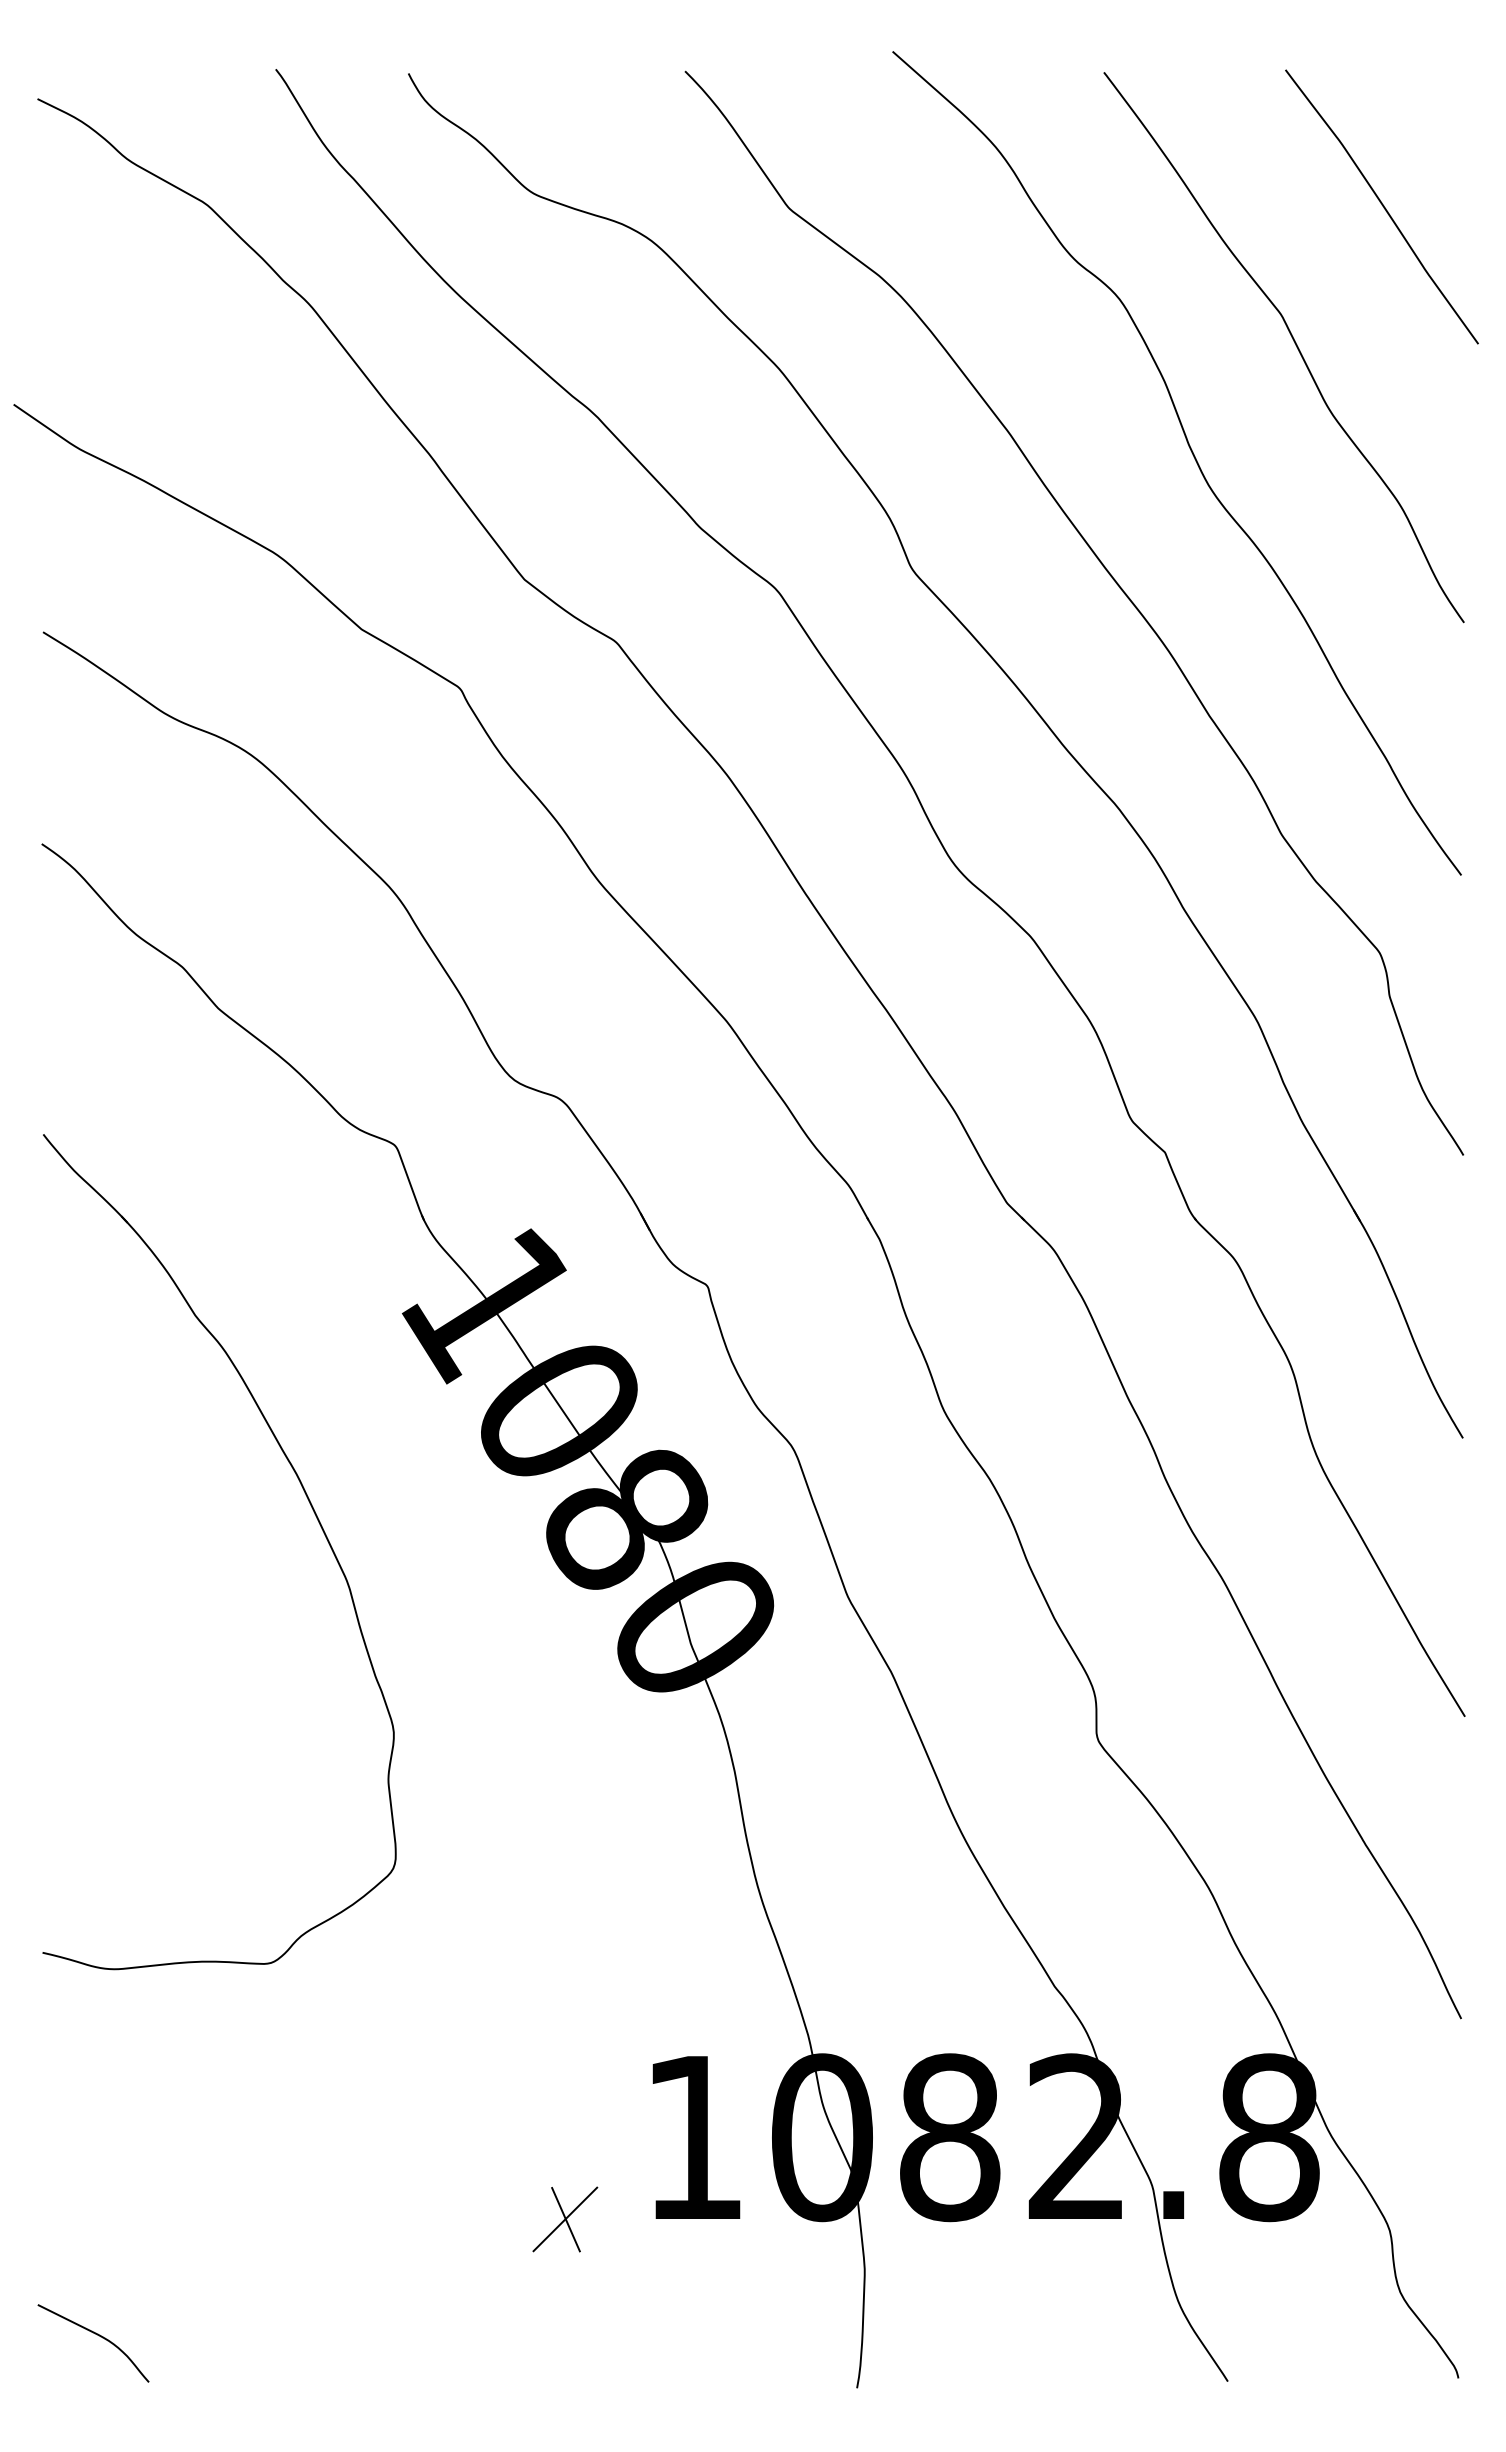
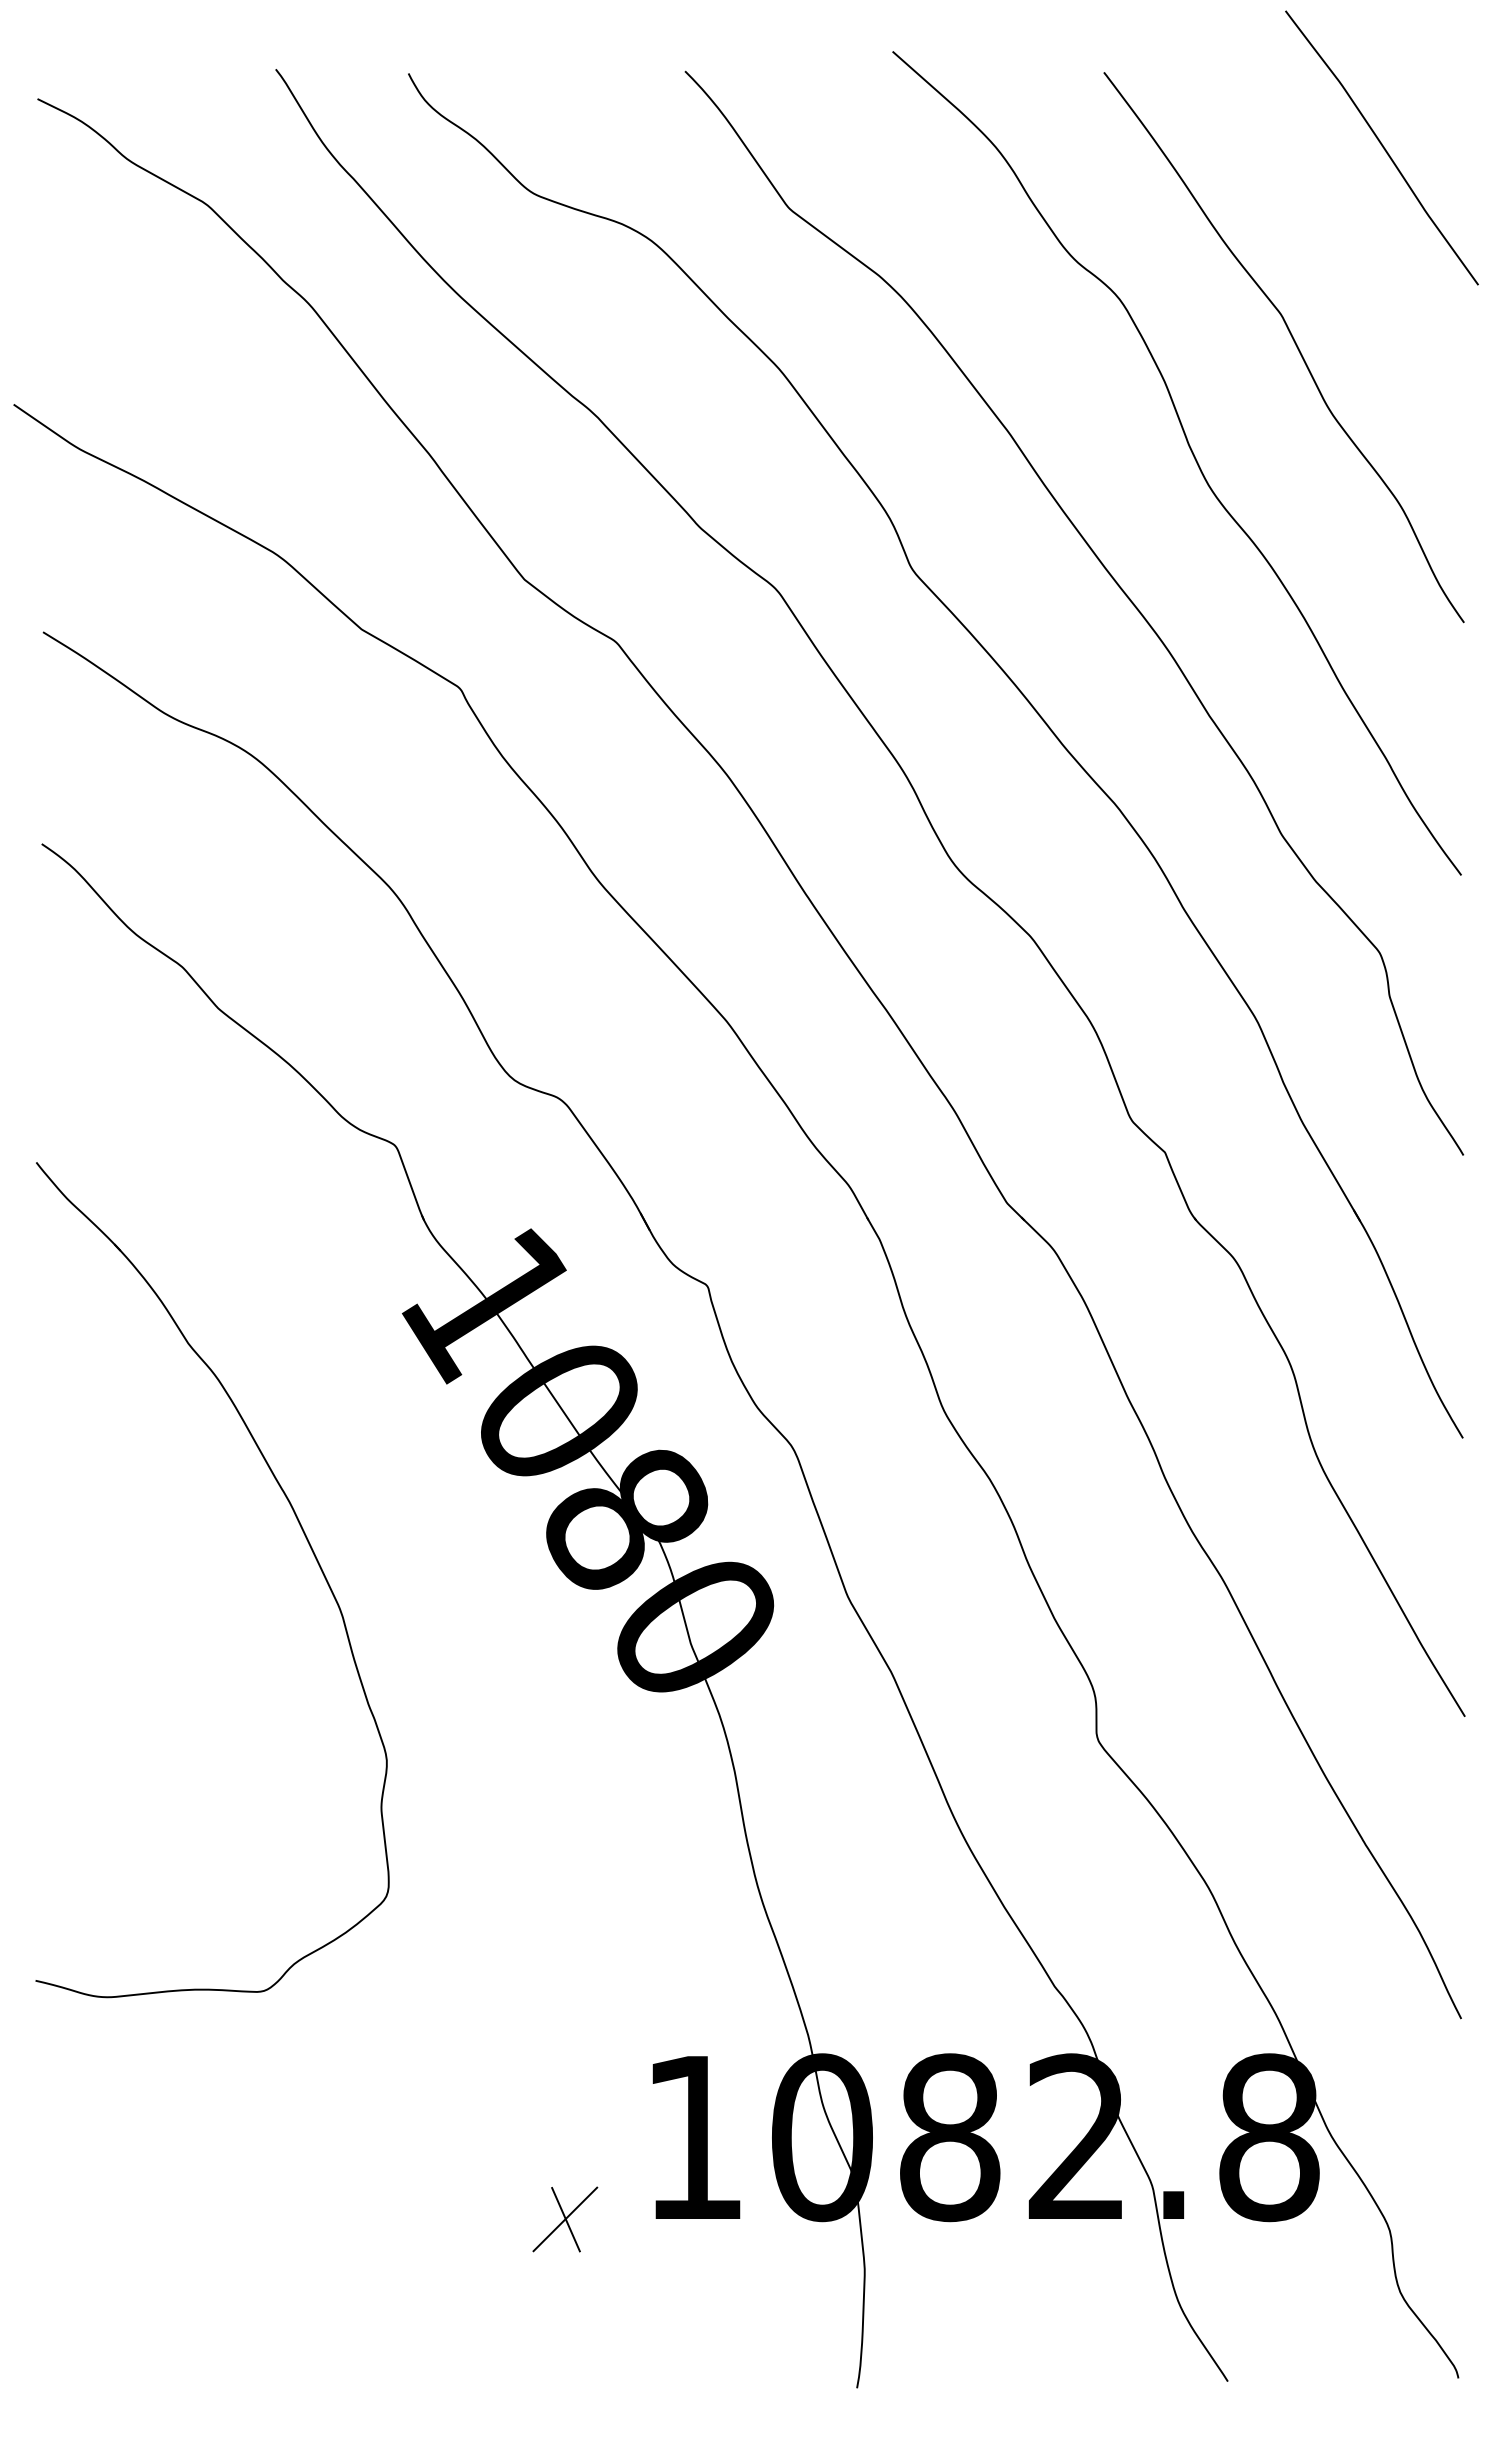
curve at (1381, 205) position: (1381, 205) -> (1381, 146)
part at (312, 1510) position: (312, 1510) -> (305, 1538)
curve at (97, 2335): present -> none
